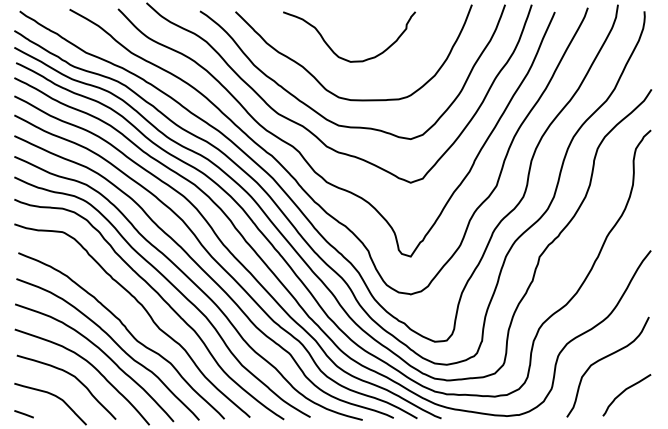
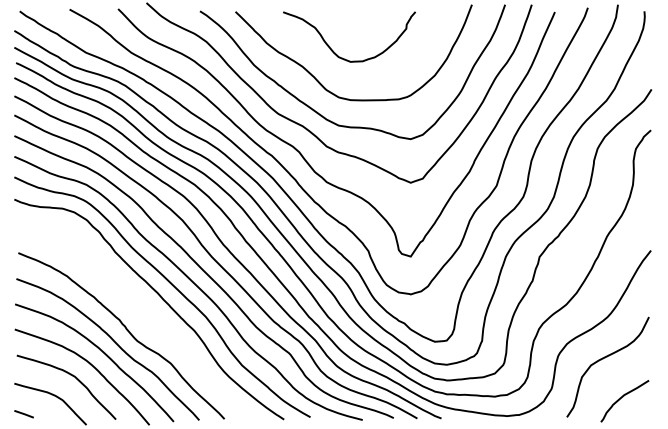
curve at (144, 310): present -> none
curve at (625, 391) position: (625, 391) -> (623, 397)
